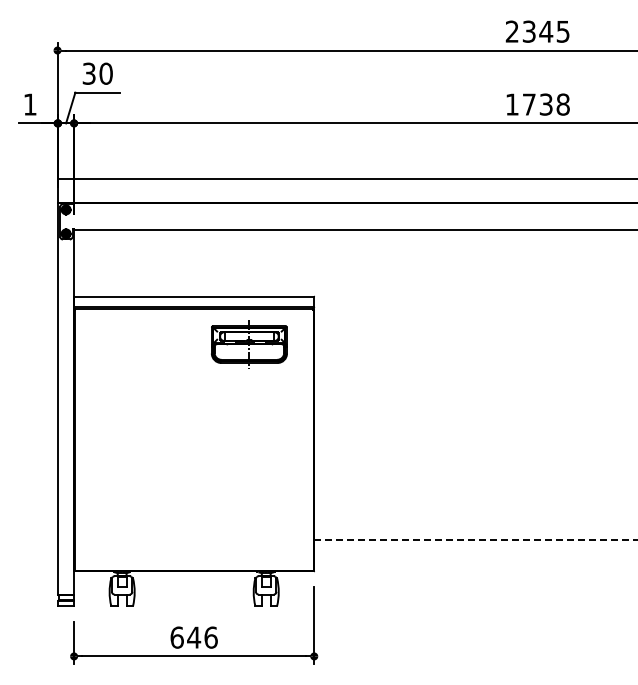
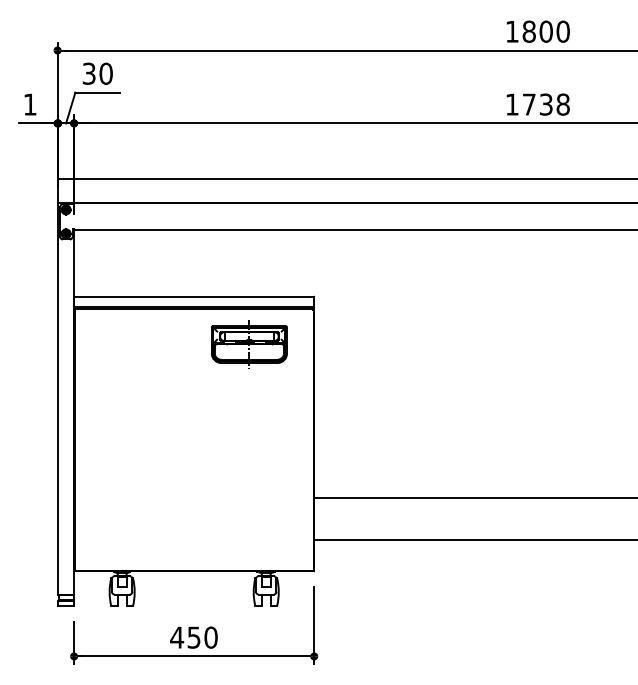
text at (537, 31): 2345 -> 1800
line at (474, 497): none -> present
line at (475, 540): dashed -> solid
text at (193, 637): 646 -> 450
